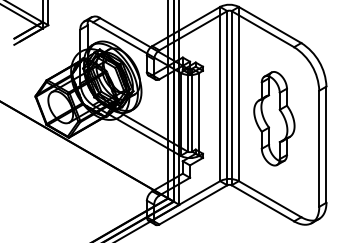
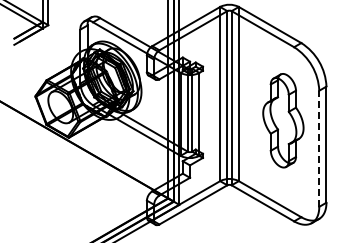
part at (274, 118) position: (274, 118) -> (283, 120)
line at (319, 148): solid -> dashed
